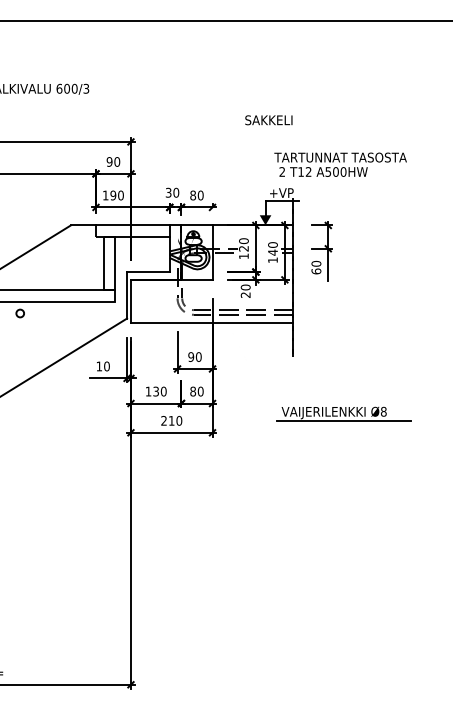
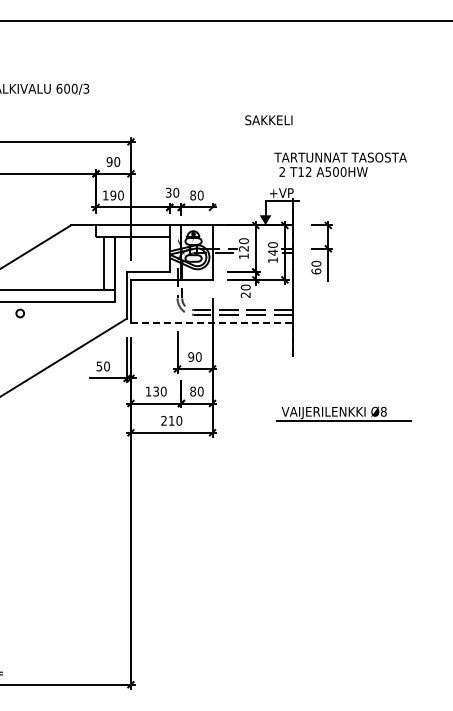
line at (212, 322): solid -> dashed
text at (99, 366): 10 -> 50
